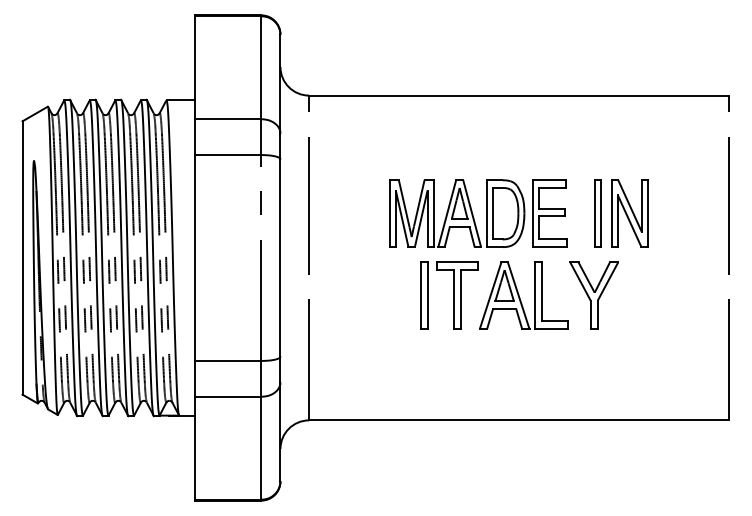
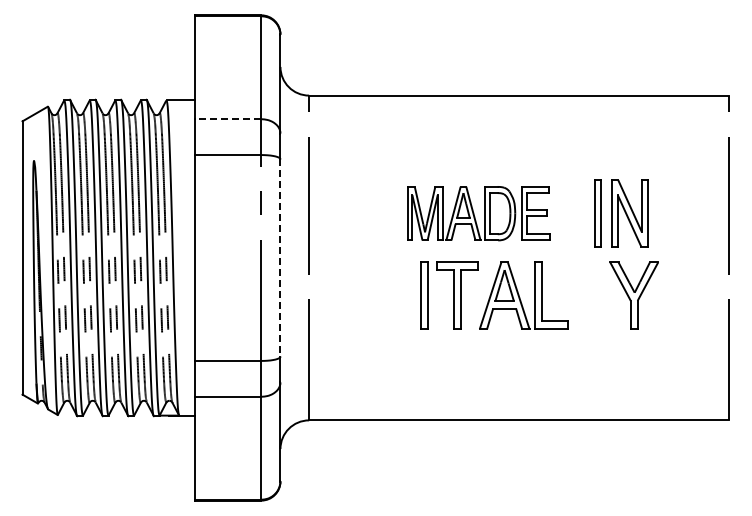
line at (227, 119): solid -> dashed
part at (478, 213) size: 179x69 px -> 144x56 px
line at (280, 258): solid -> dashed
part at (593, 295) position: (593, 295) -> (633, 295)
